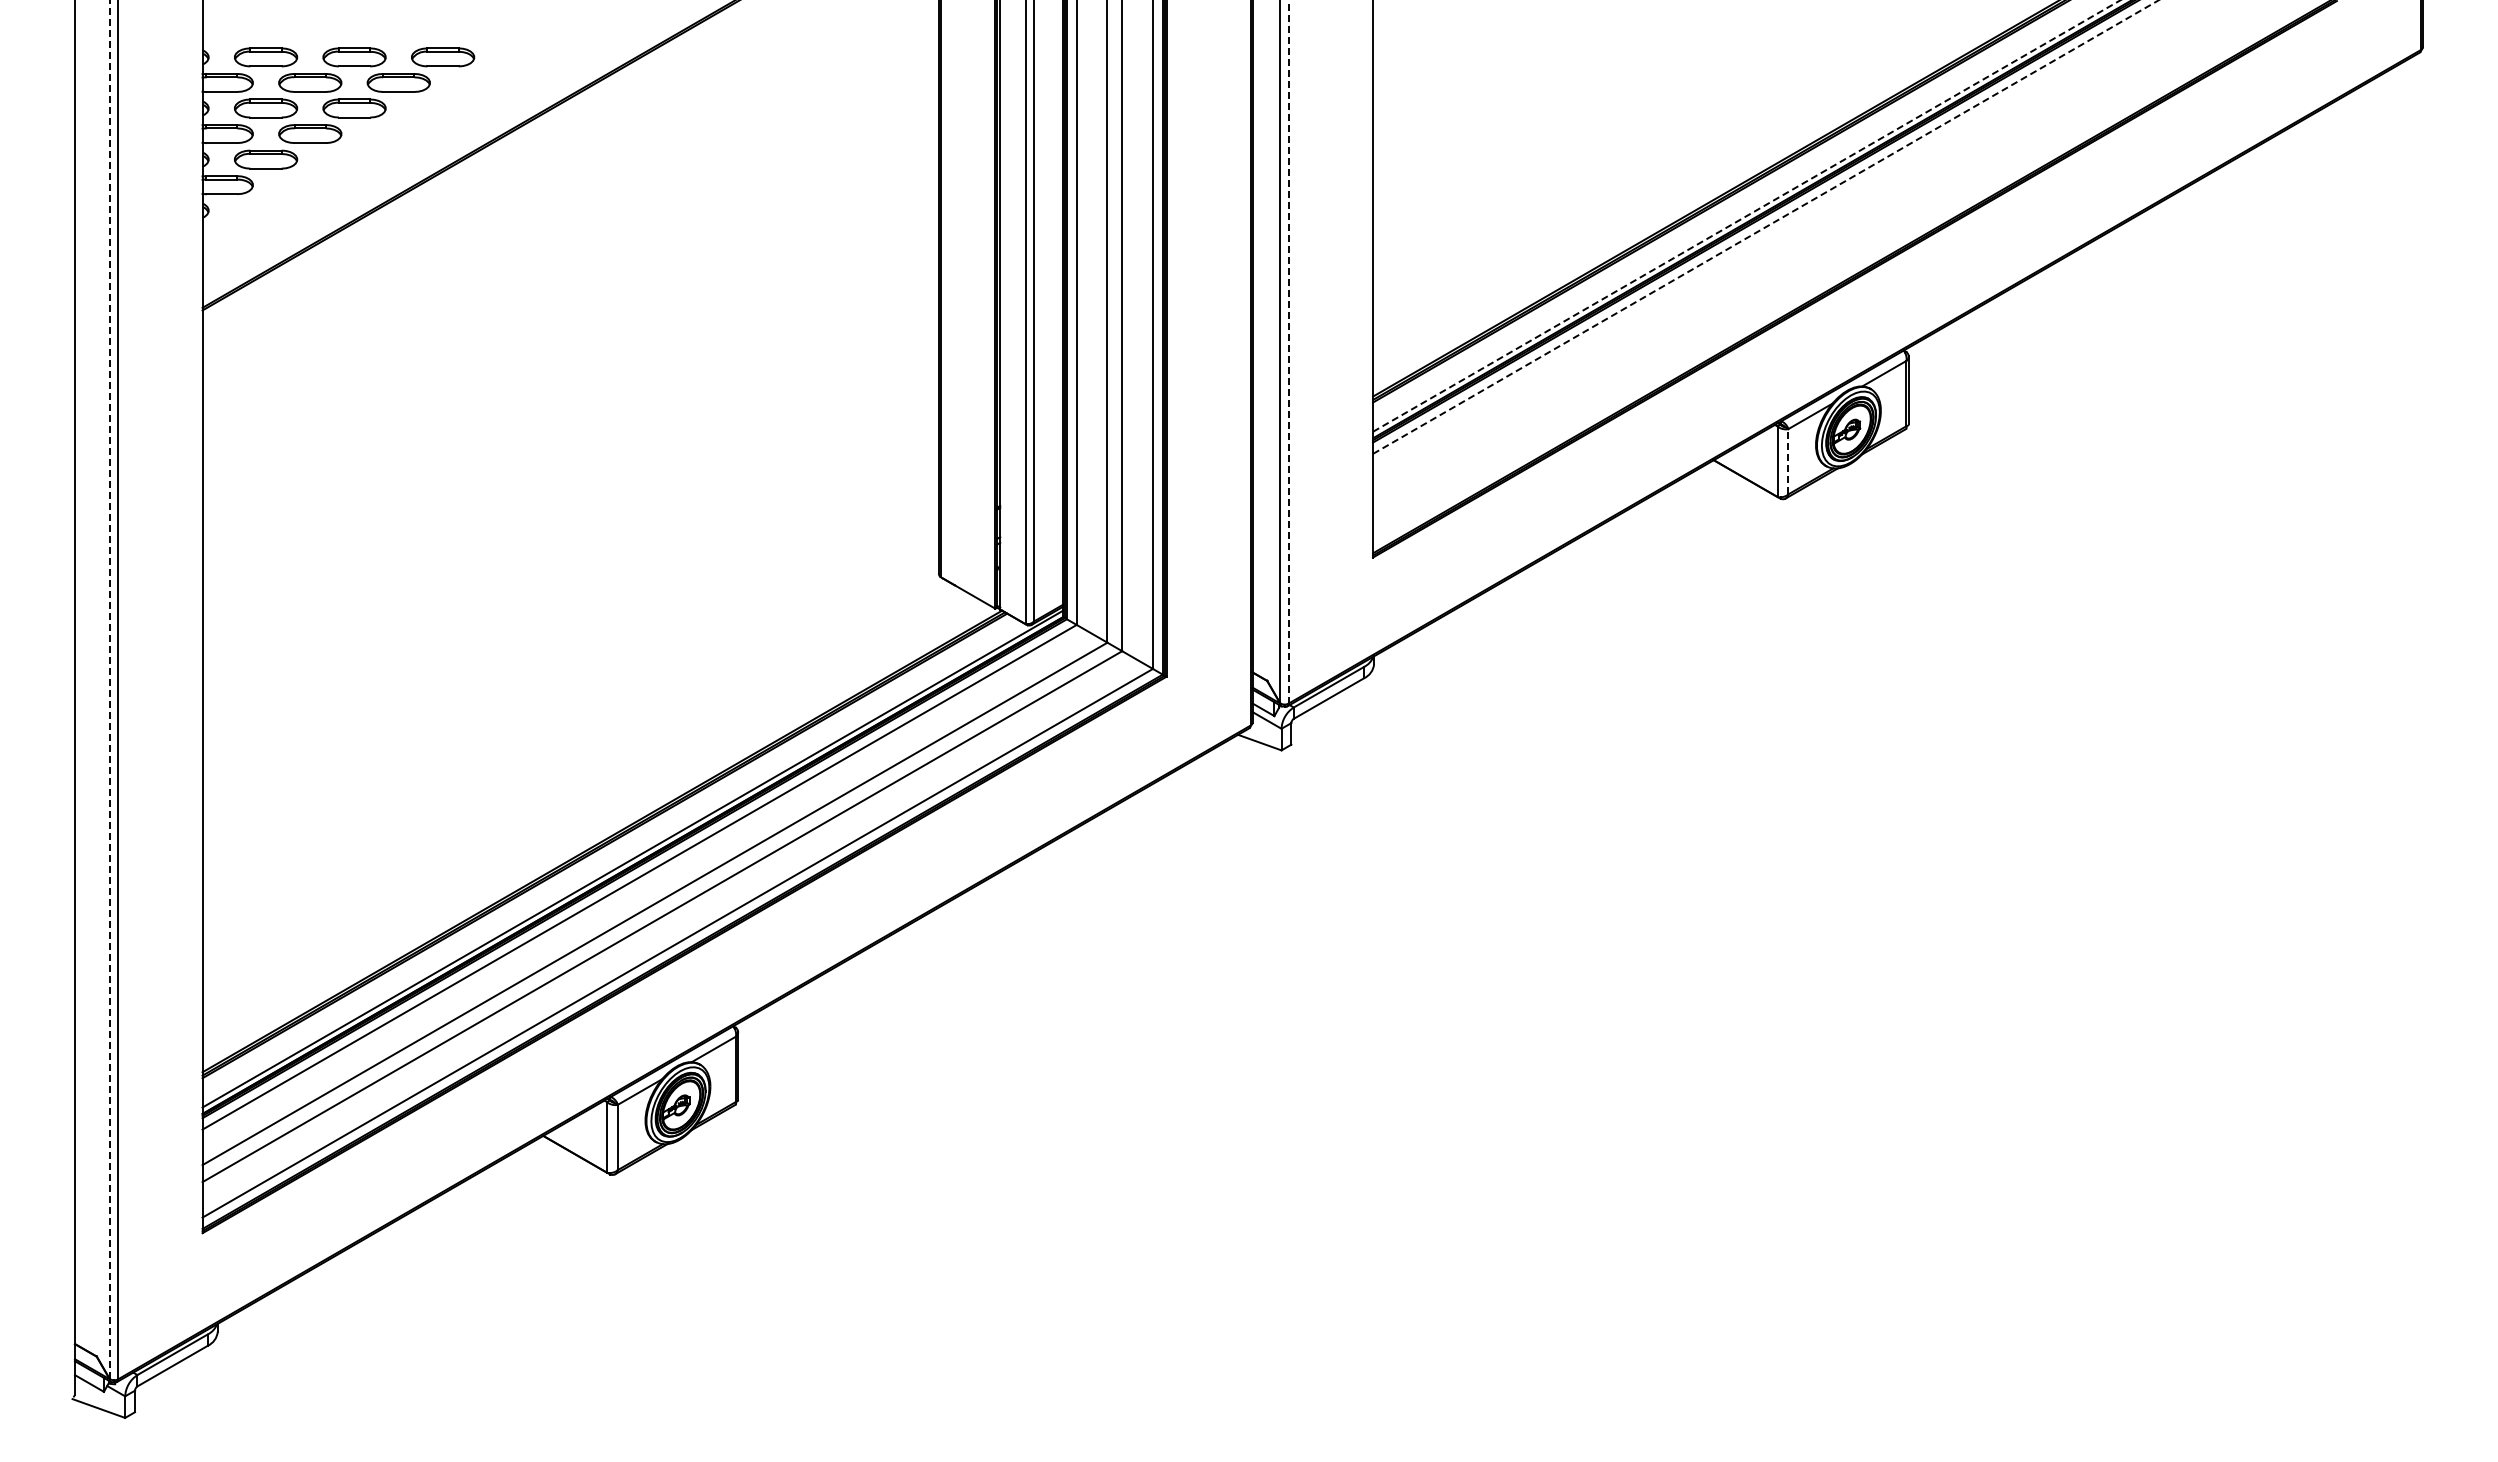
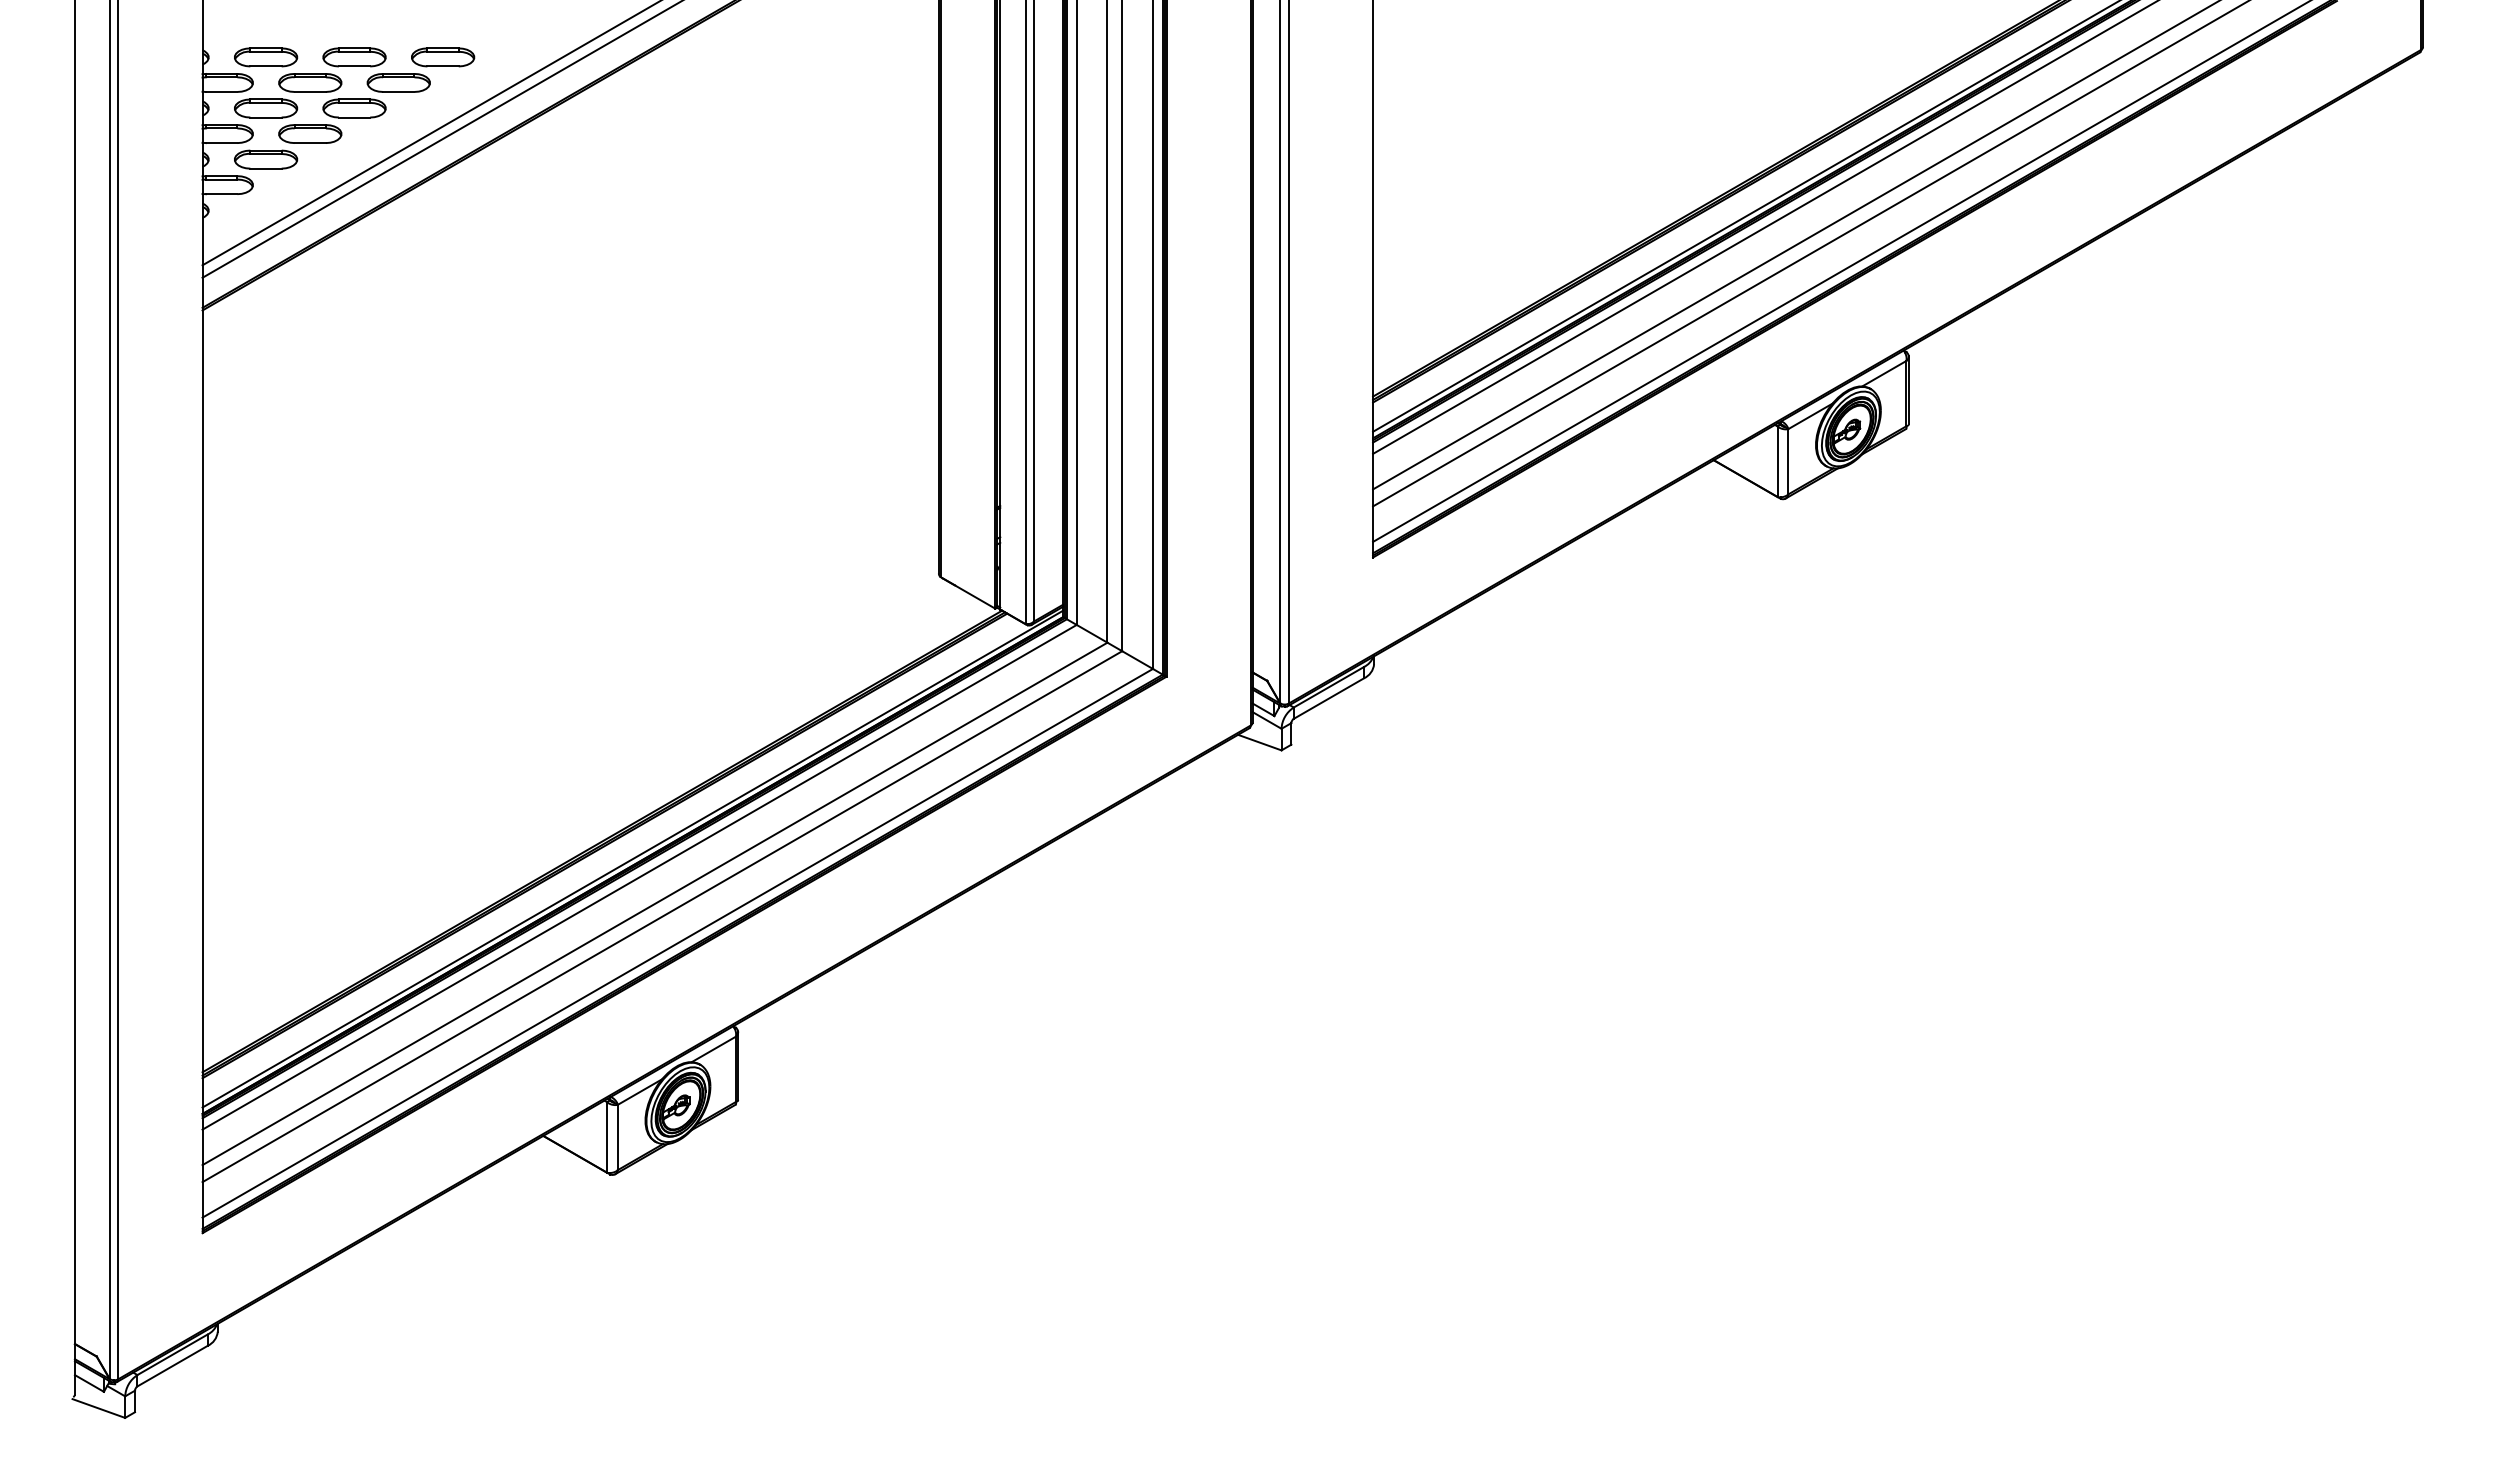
line at (430, 133): none -> present
line at (440, 139): none -> present
line at (1747, 215): dashed -> solid
line at (1766, 227): dashed -> solid
line at (1795, 245): none -> present
line at (1809, 254): none -> present
line at (1840, 271): none -> present
line at (1288, 351): dashed -> solid
line at (1788, 461): dashed -> solid
line at (109, 689): dashed -> solid
